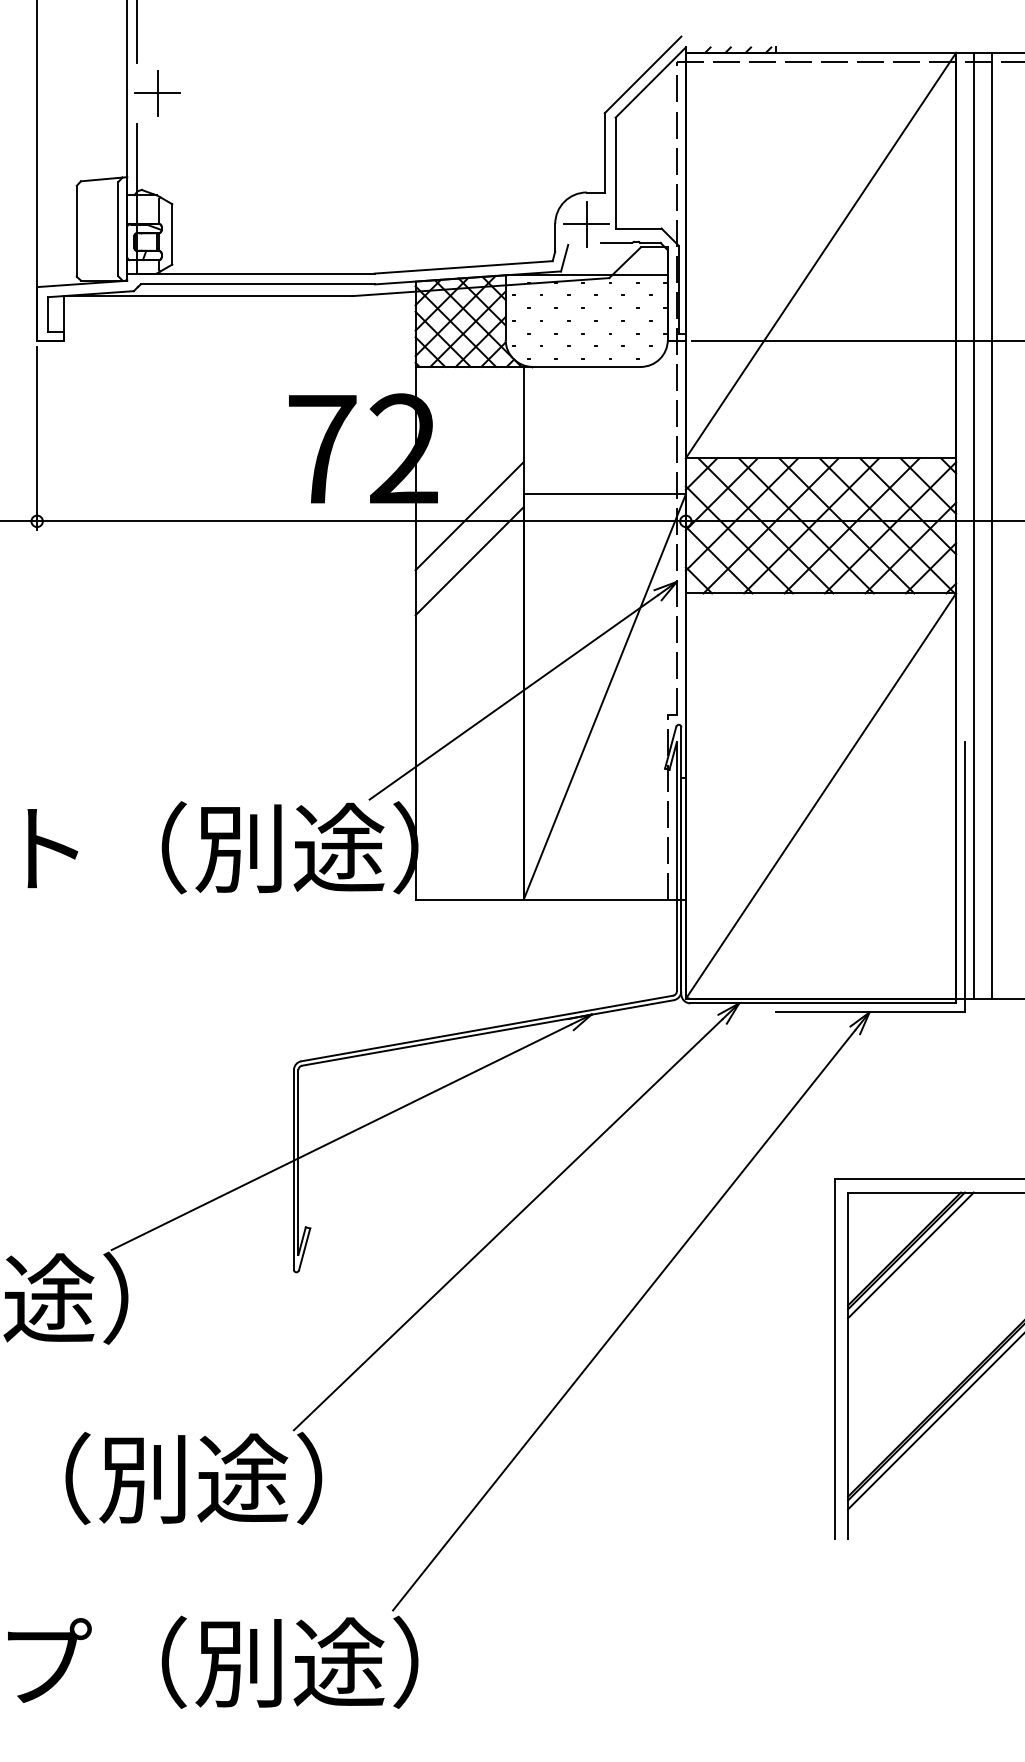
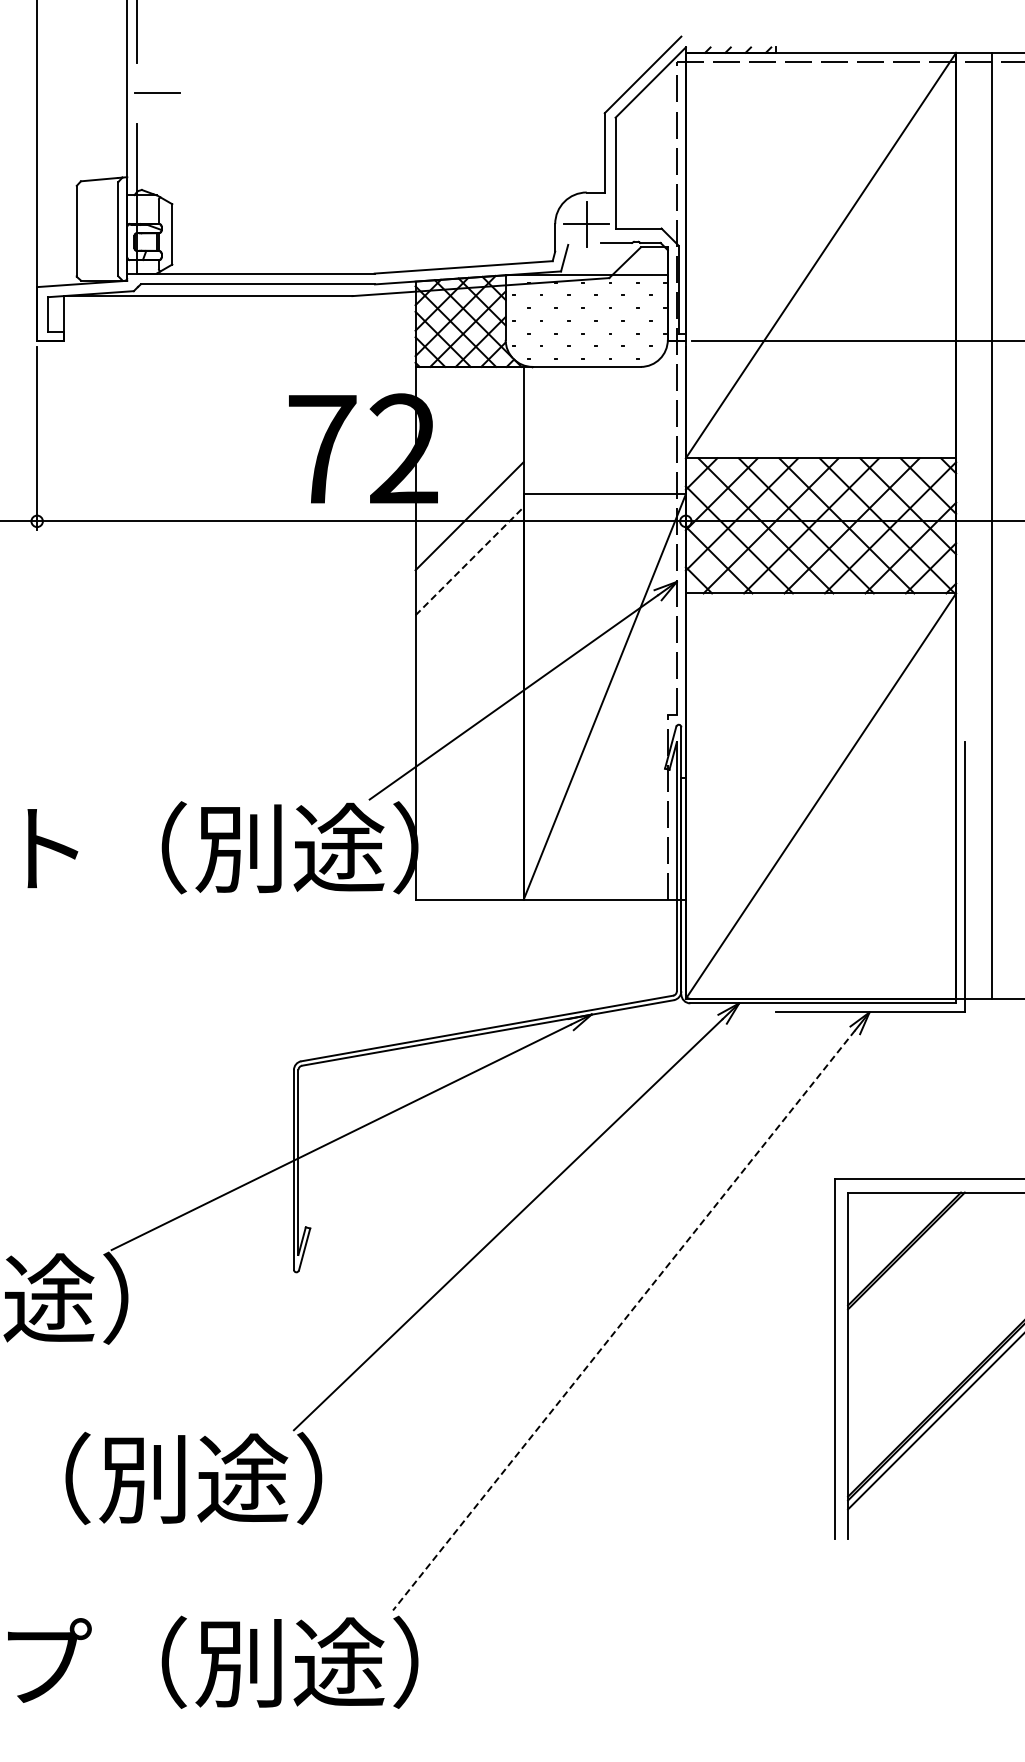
line at (157, 92): present -> none
line at (974, 525): present -> none
line at (469, 560): solid -> dashed
line at (910, 1255): present -> none
line at (624, 1320): solid -> dashed
